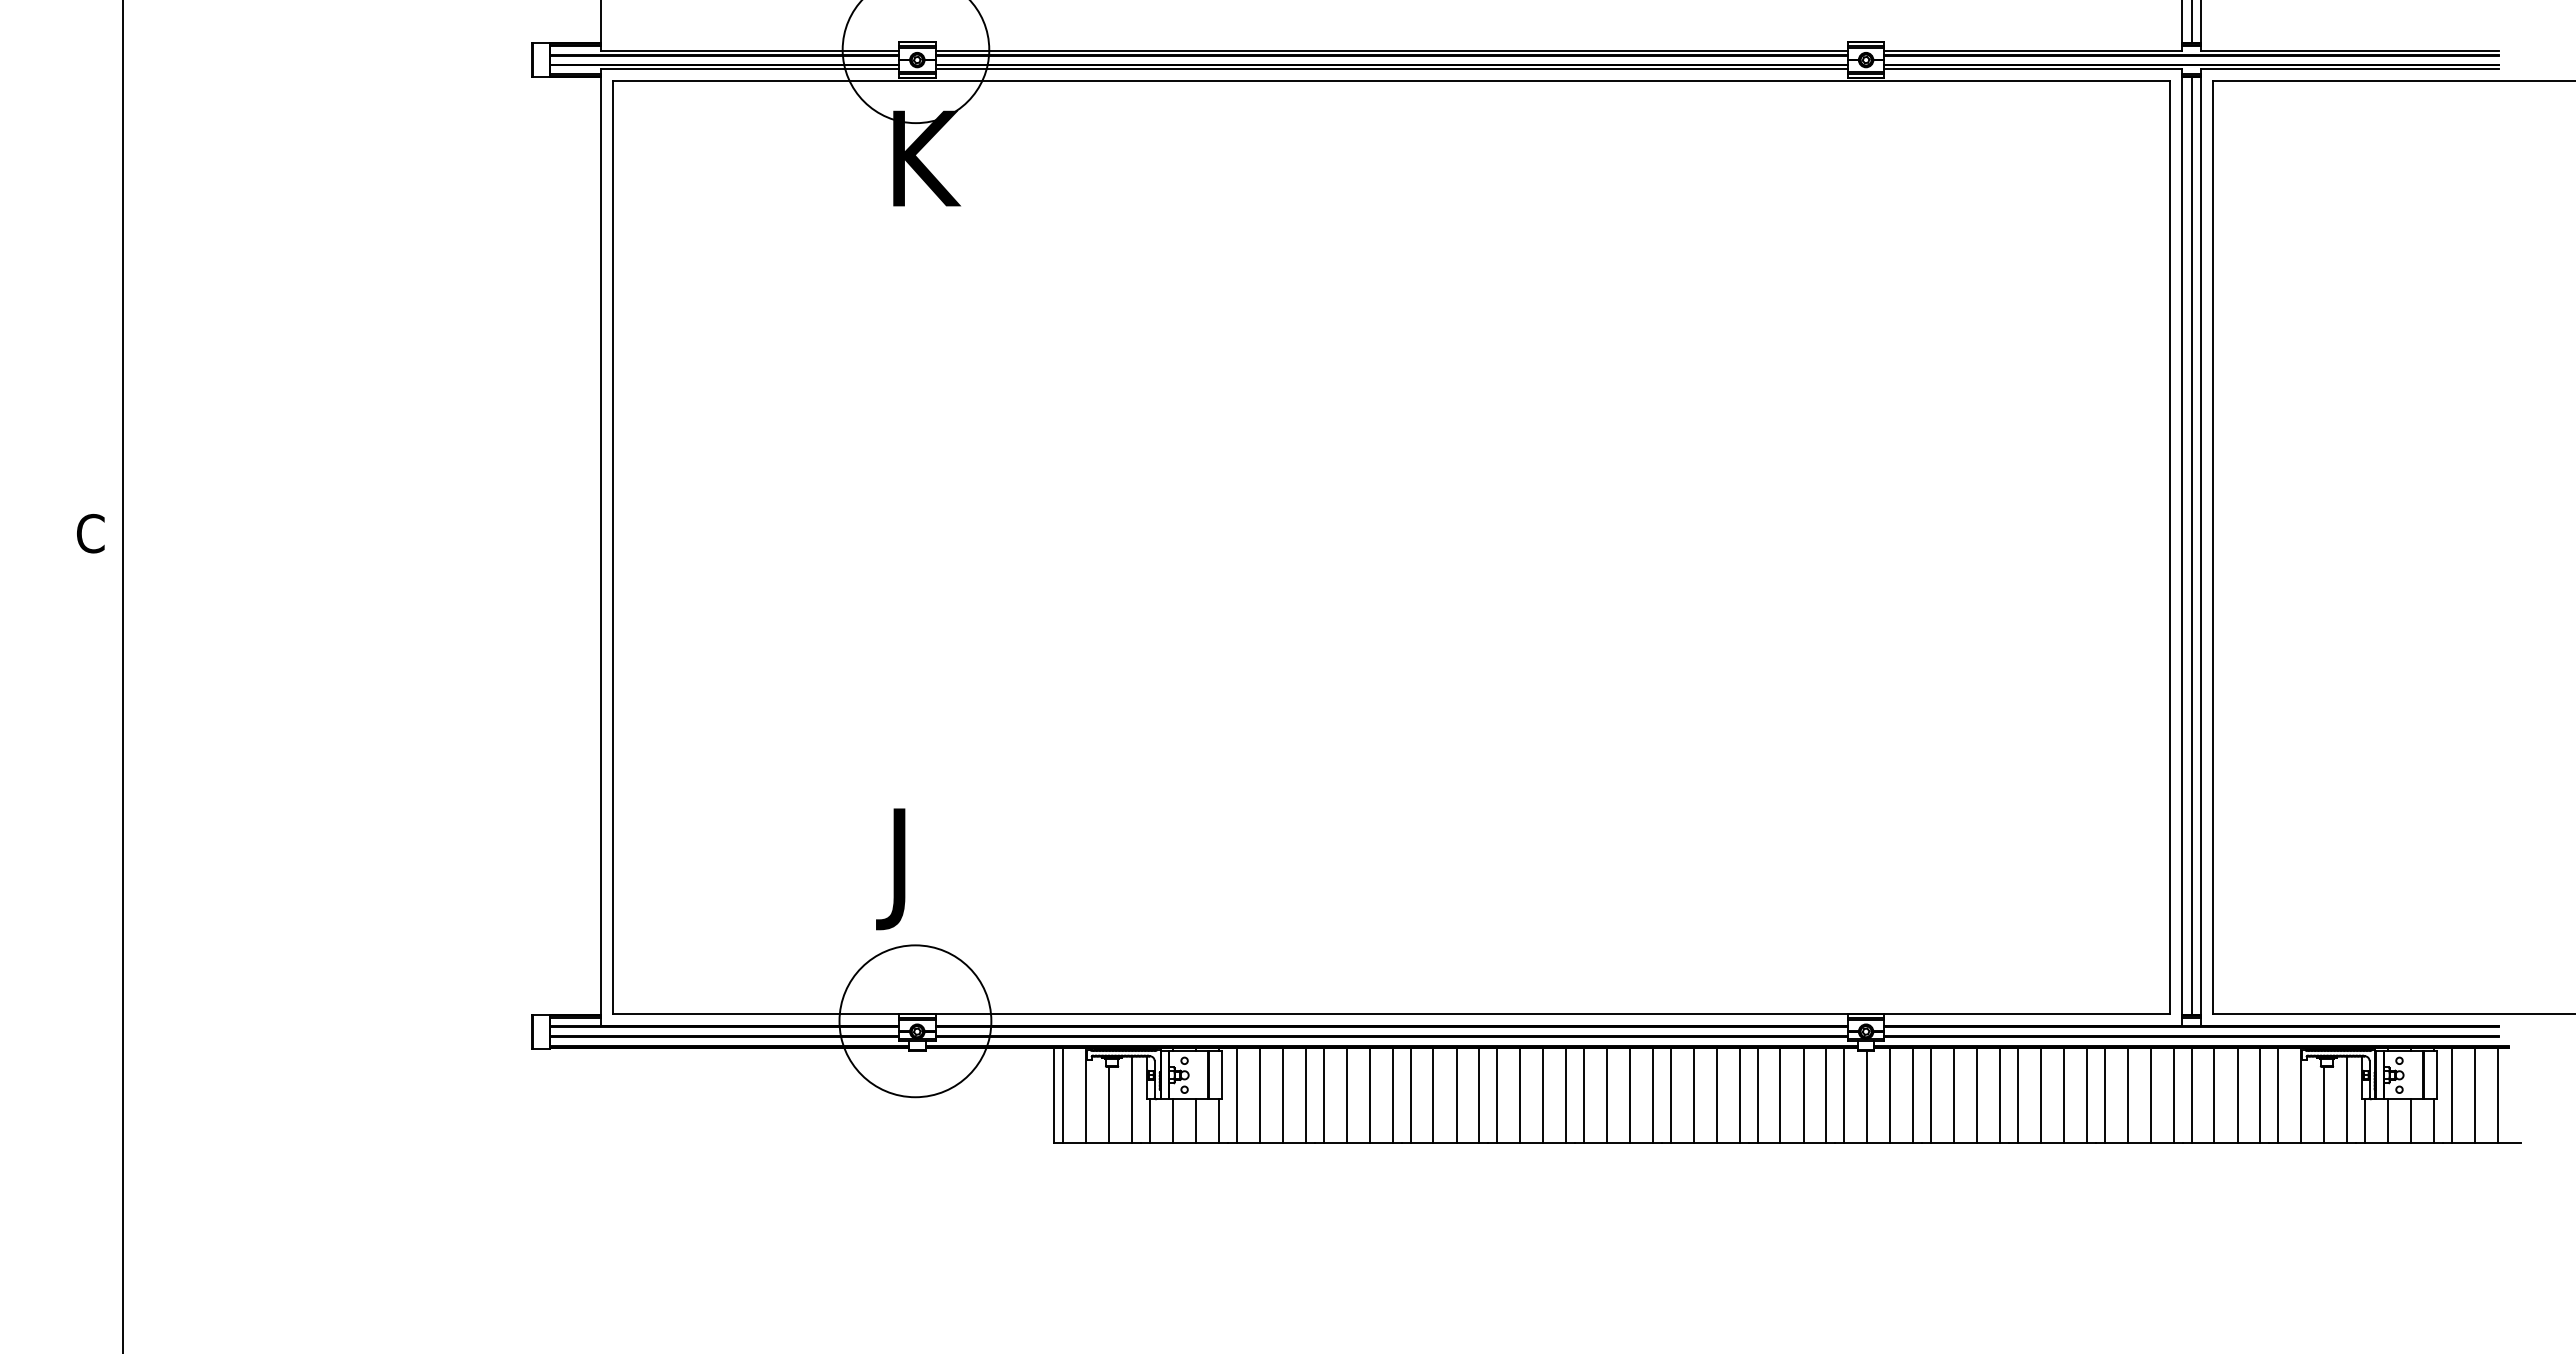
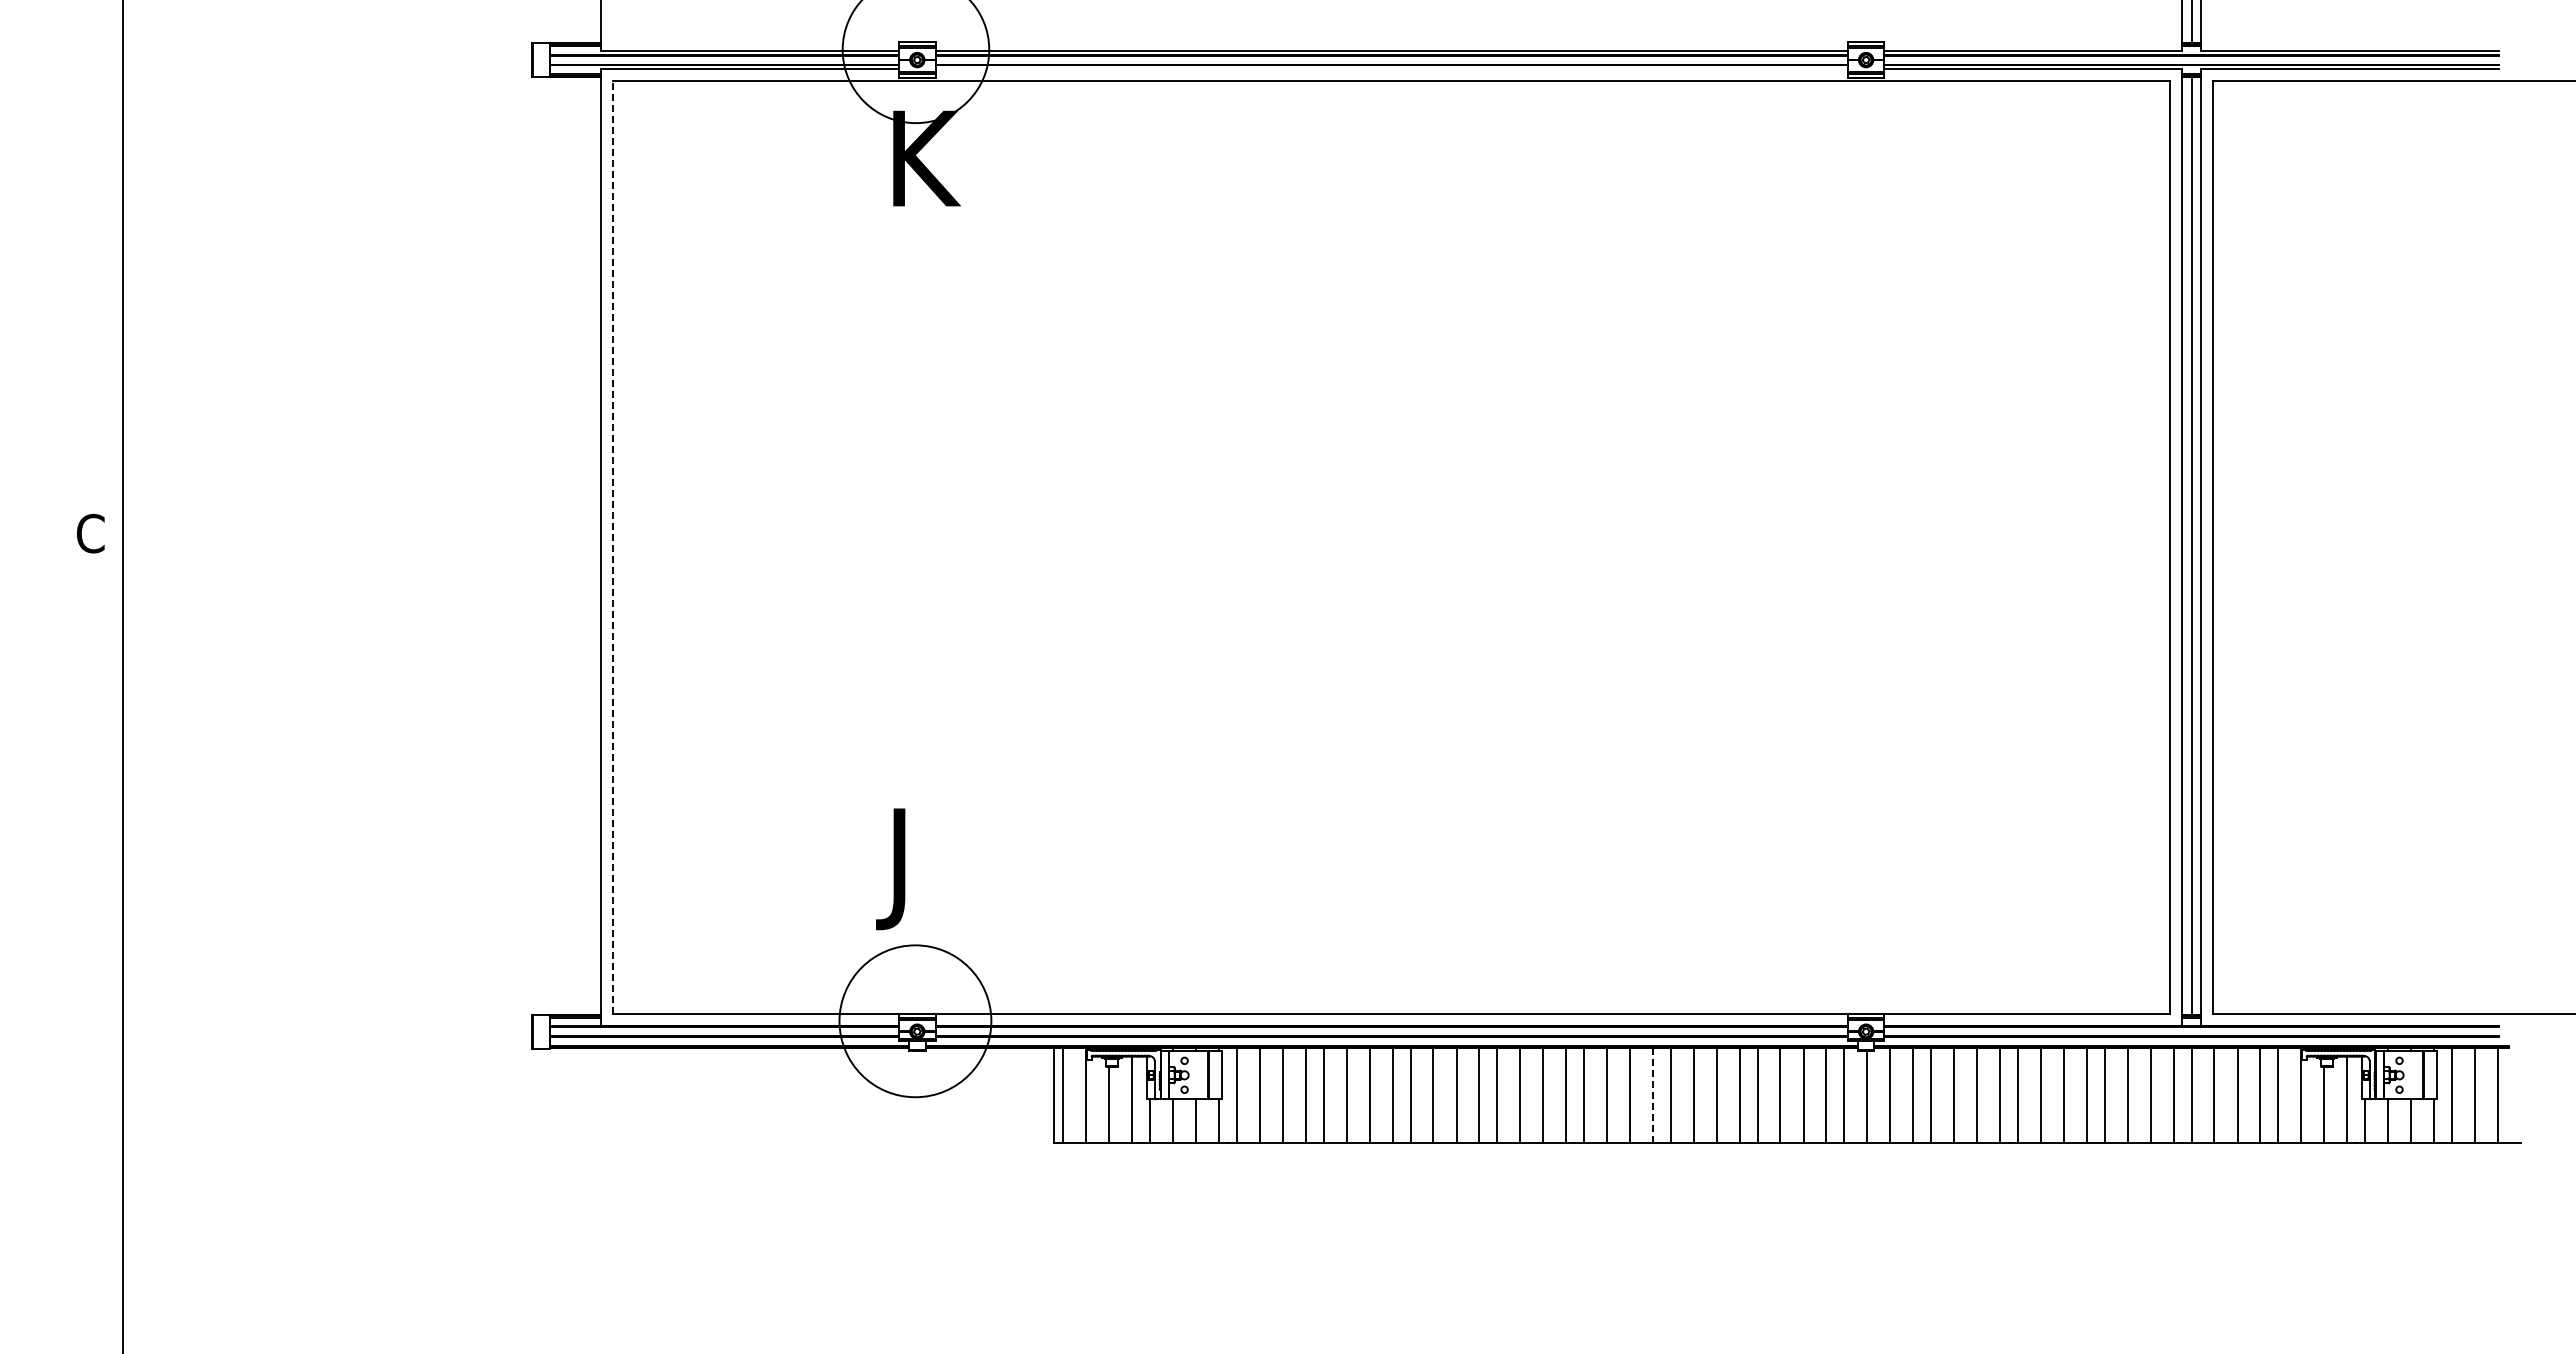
line at (1391, 69): present -> none
line at (613, 546): solid -> dashed
line at (1652, 1095): solid -> dashed
